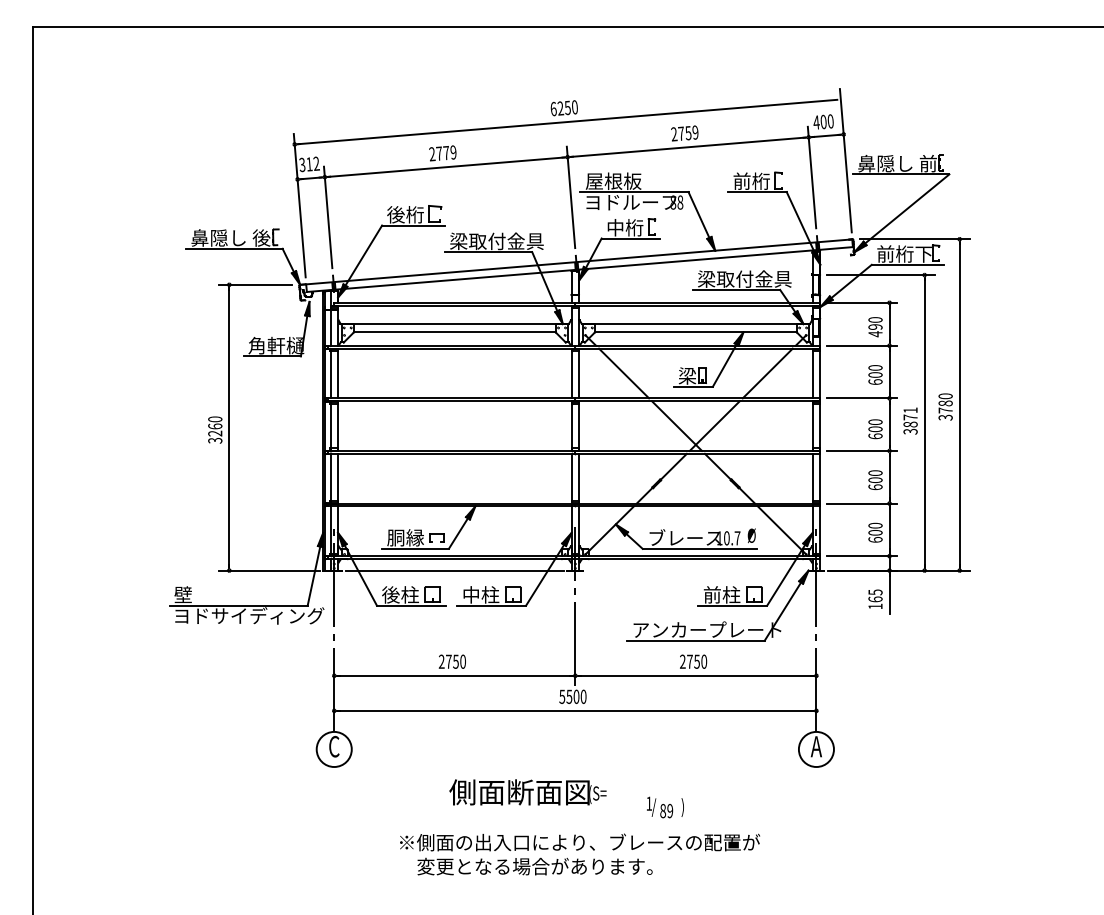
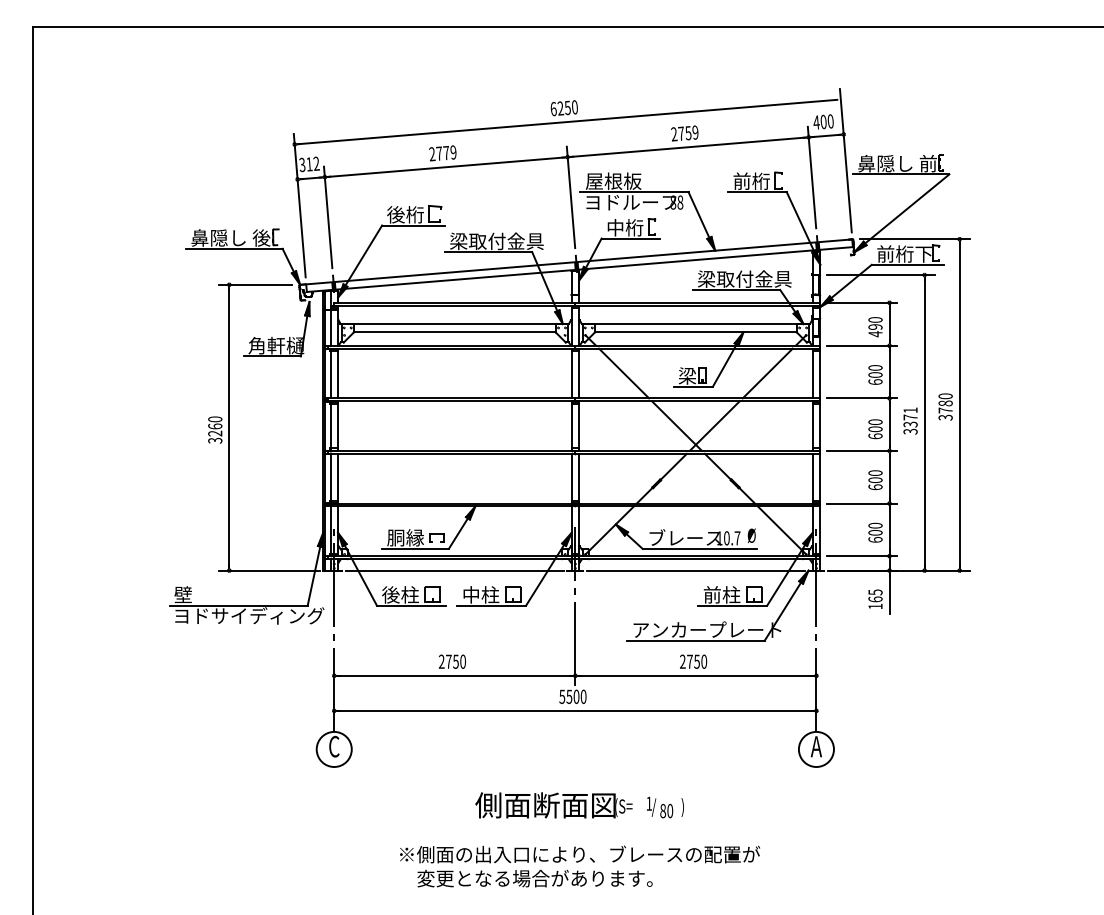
text at (910, 424): 3871 -> 3371
line at (695, 571): none -> present
text at (527, 792) position: (527, 792) -> (553, 805)
text at (670, 811): 89 -> 80
text at (580, 854) position: (580, 854) -> (580, 866)
